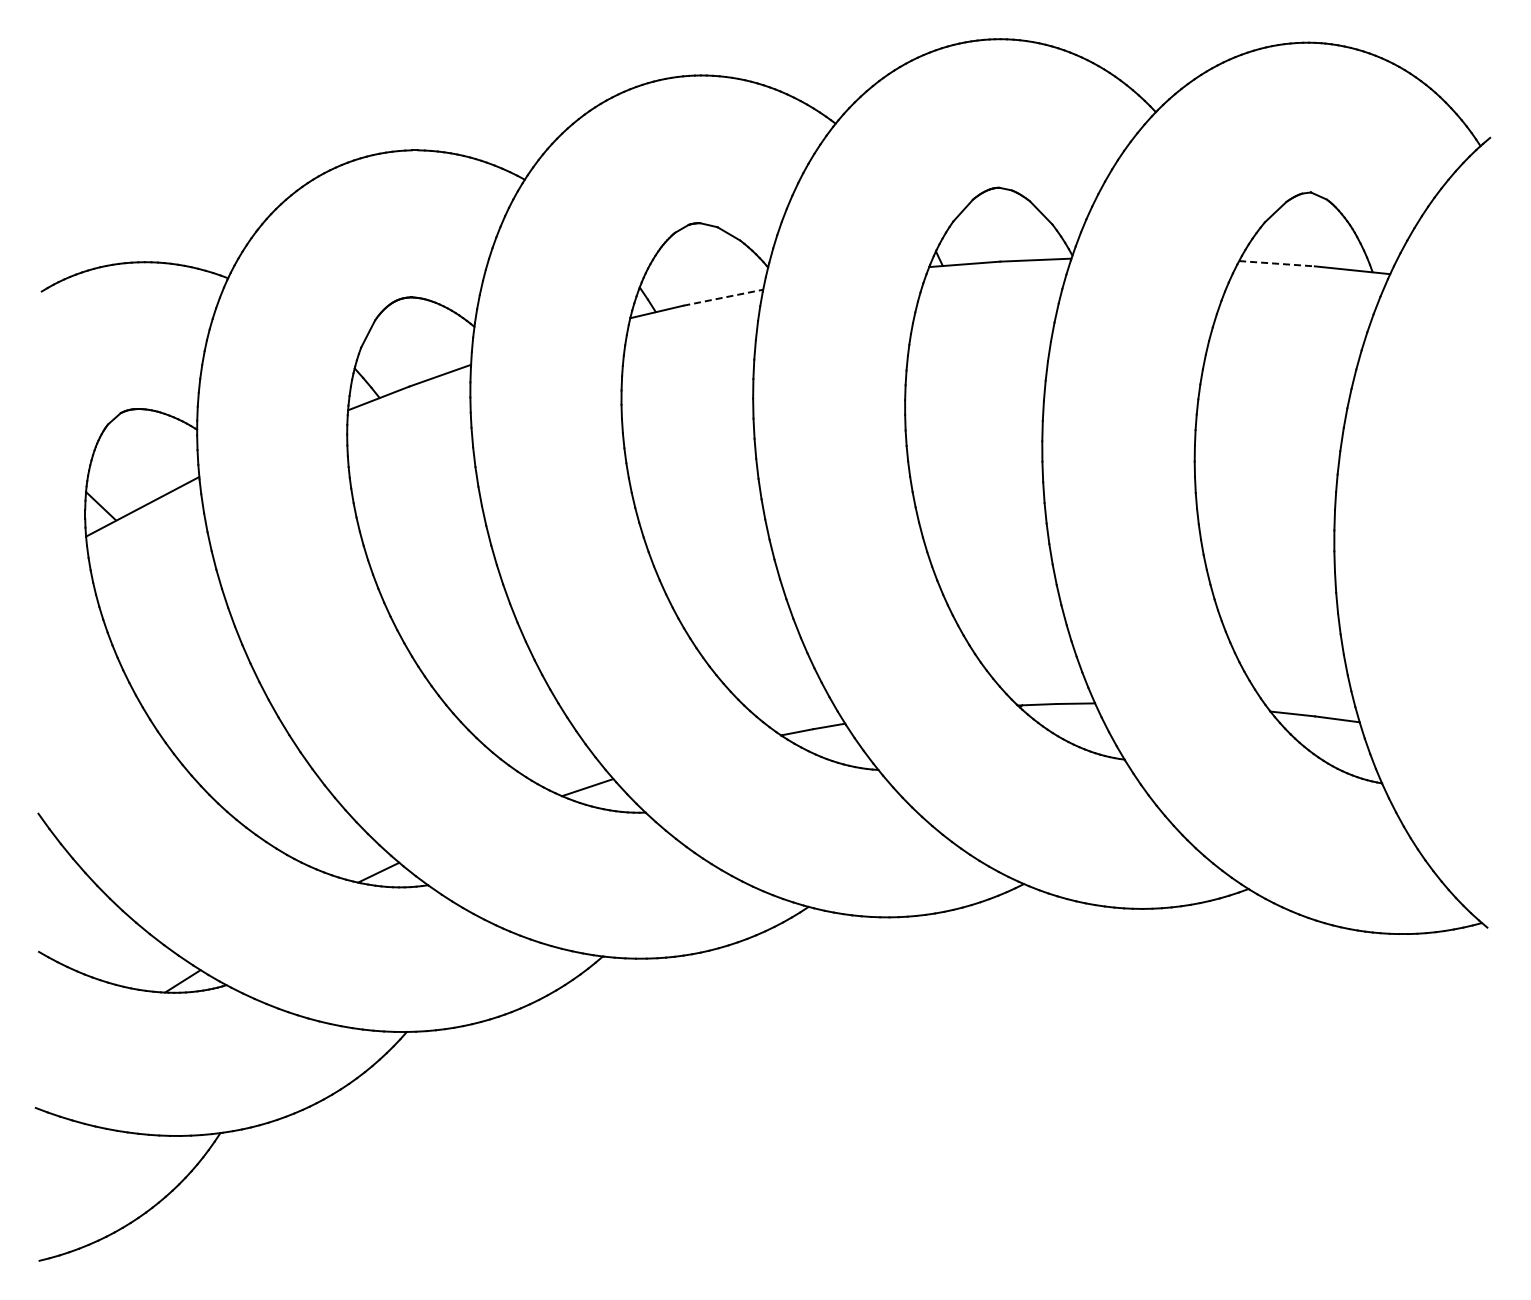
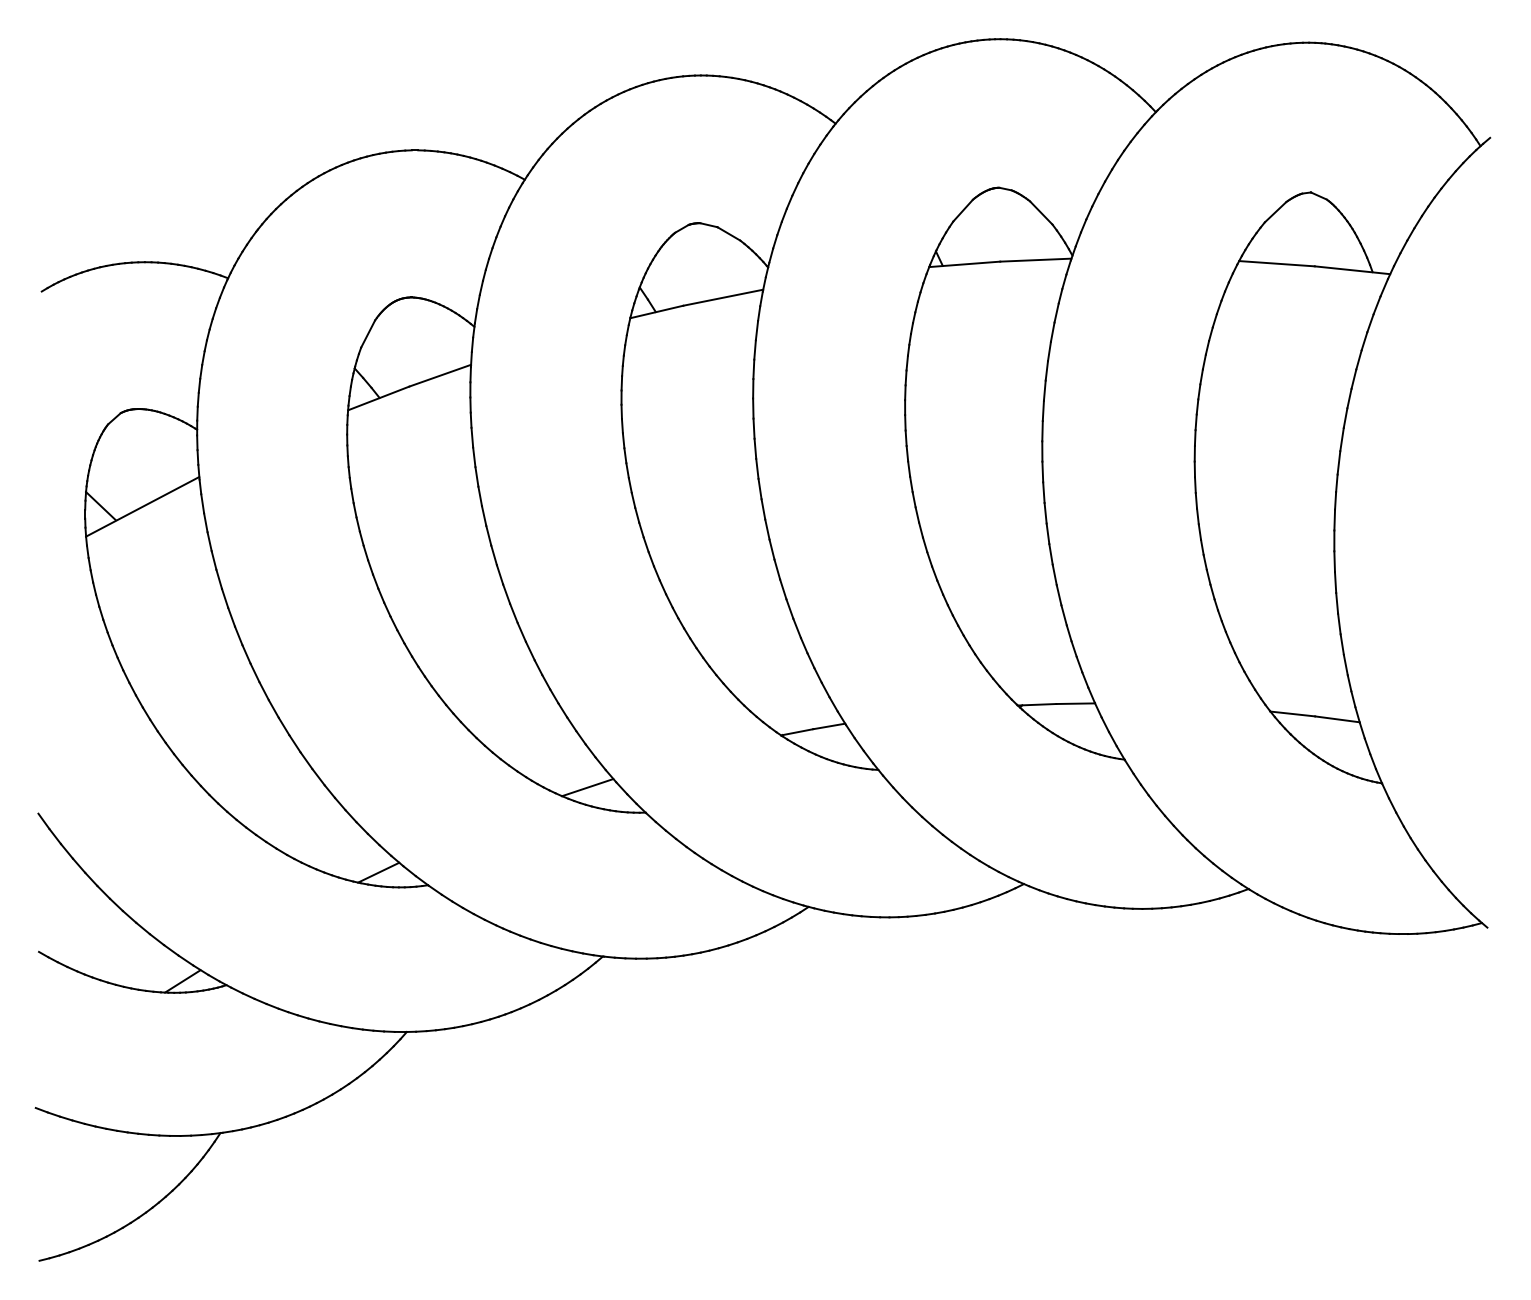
line at (1276, 263): dashed -> solid
line at (723, 297): dashed -> solid
